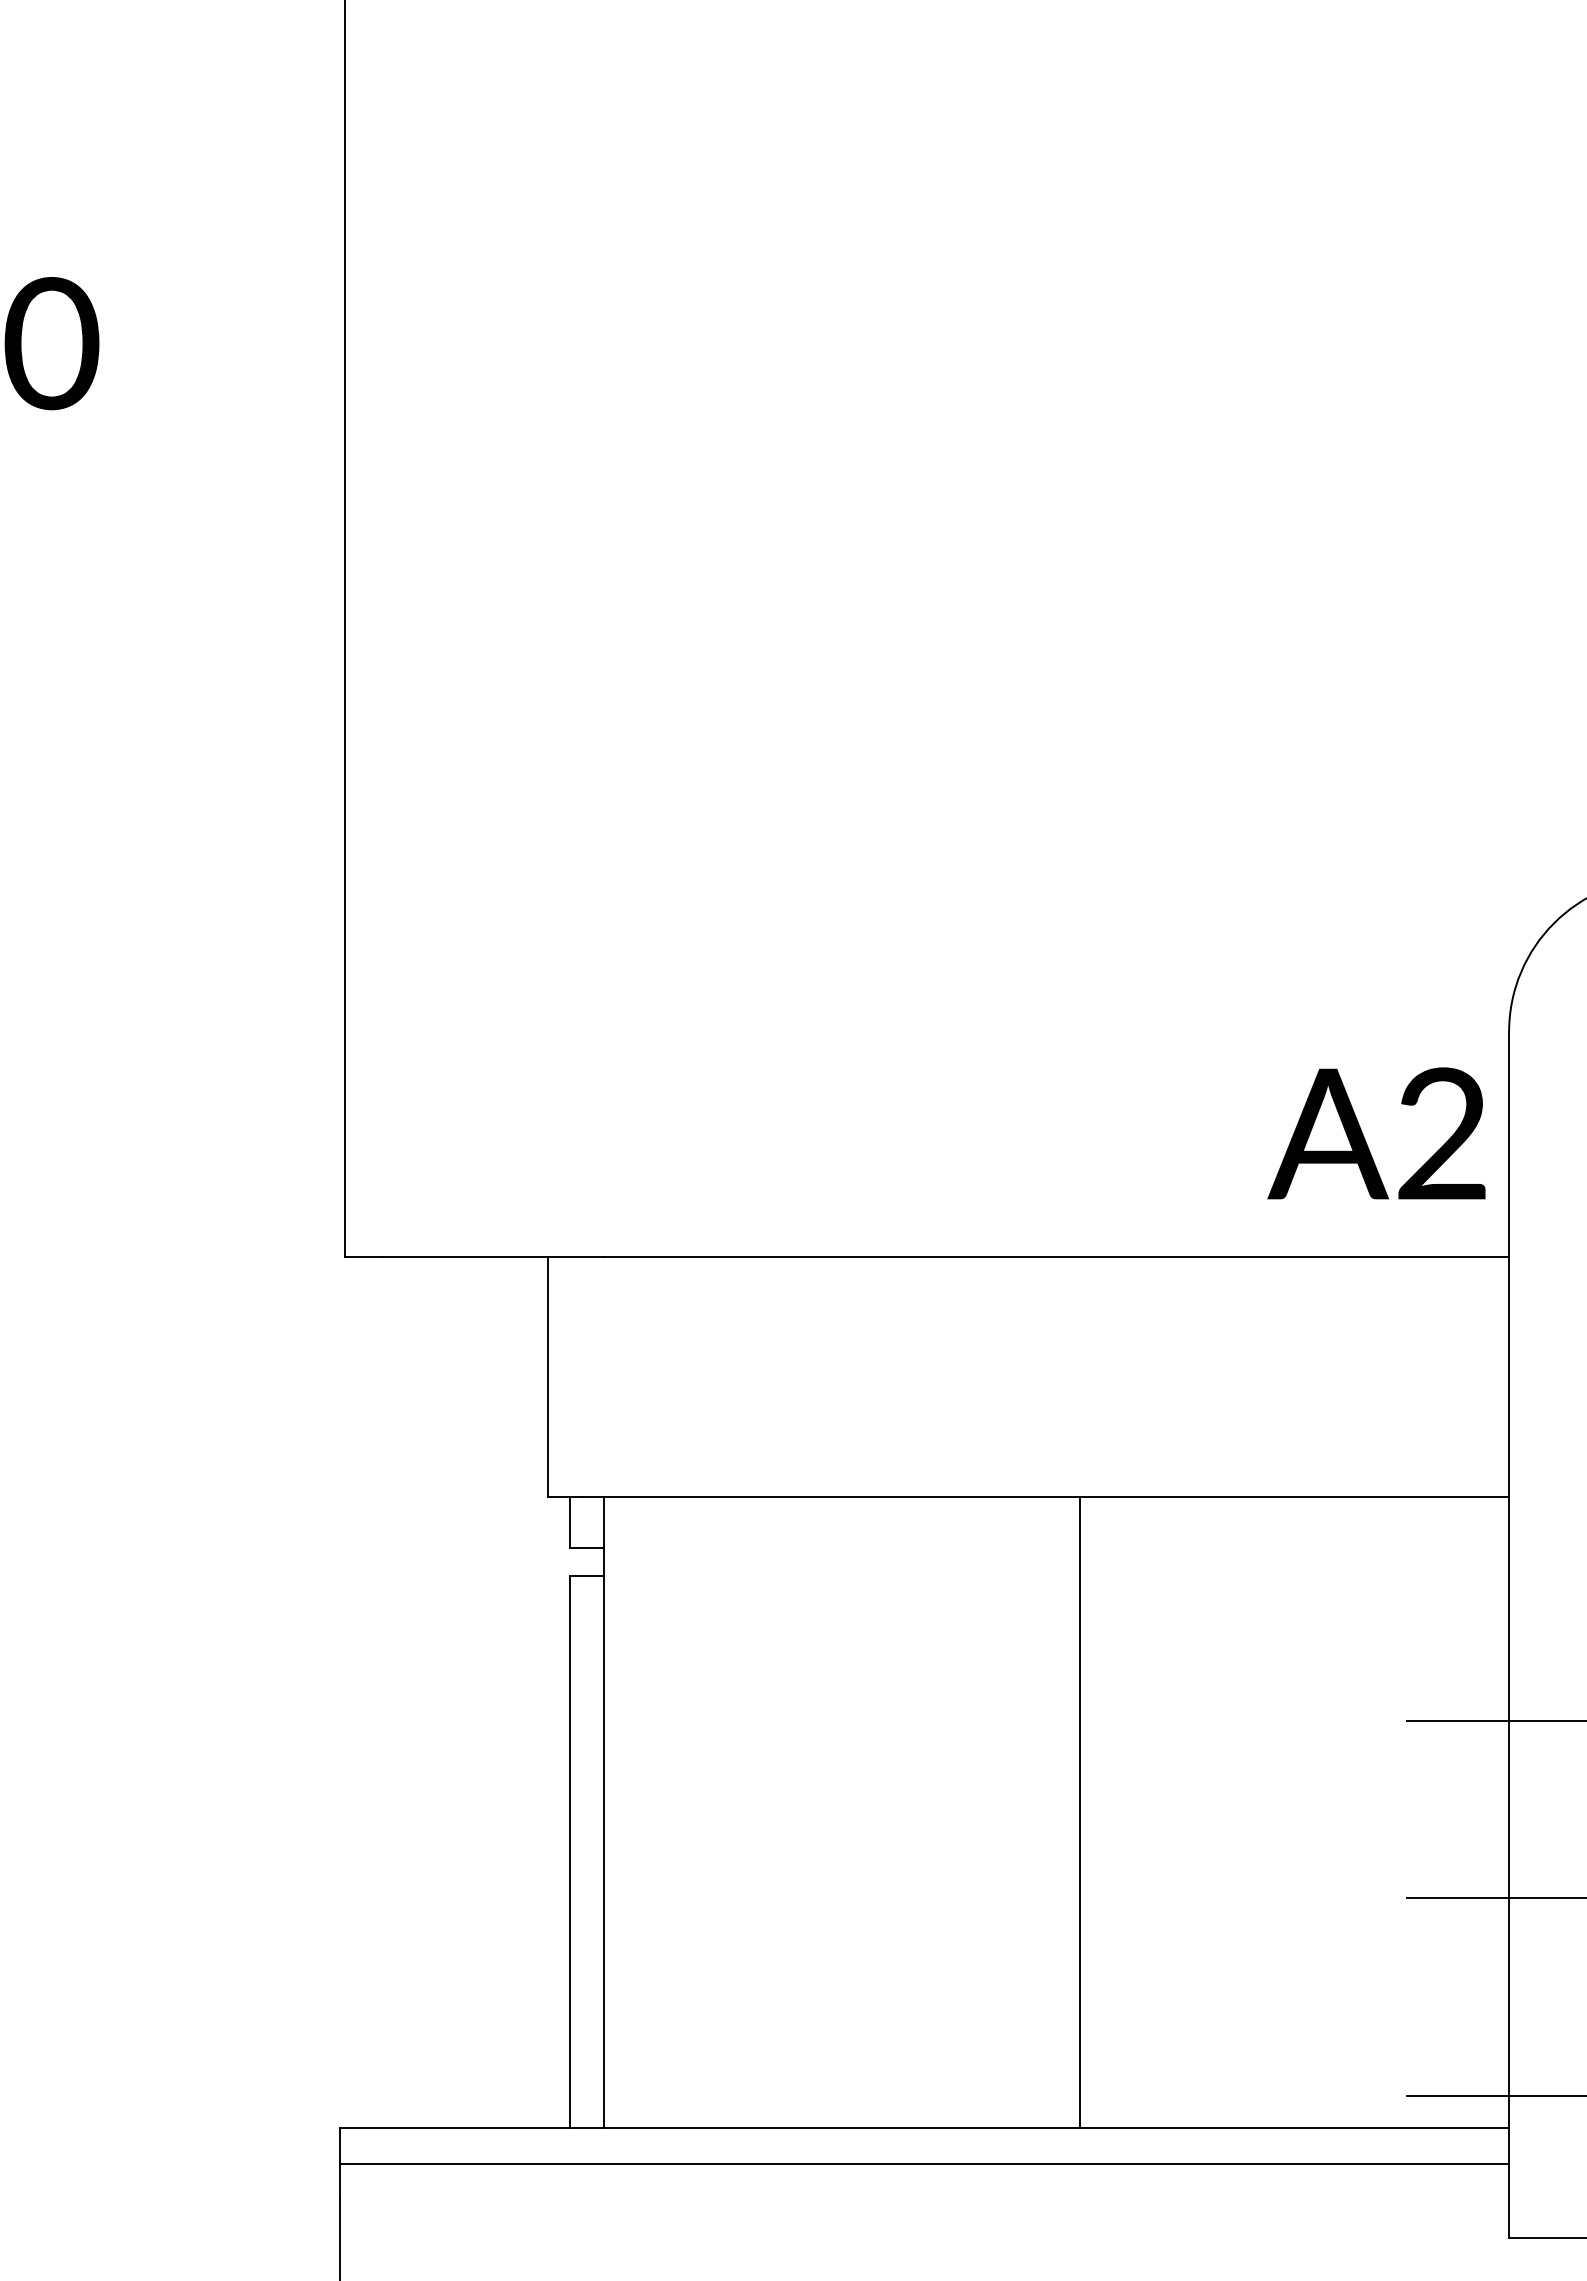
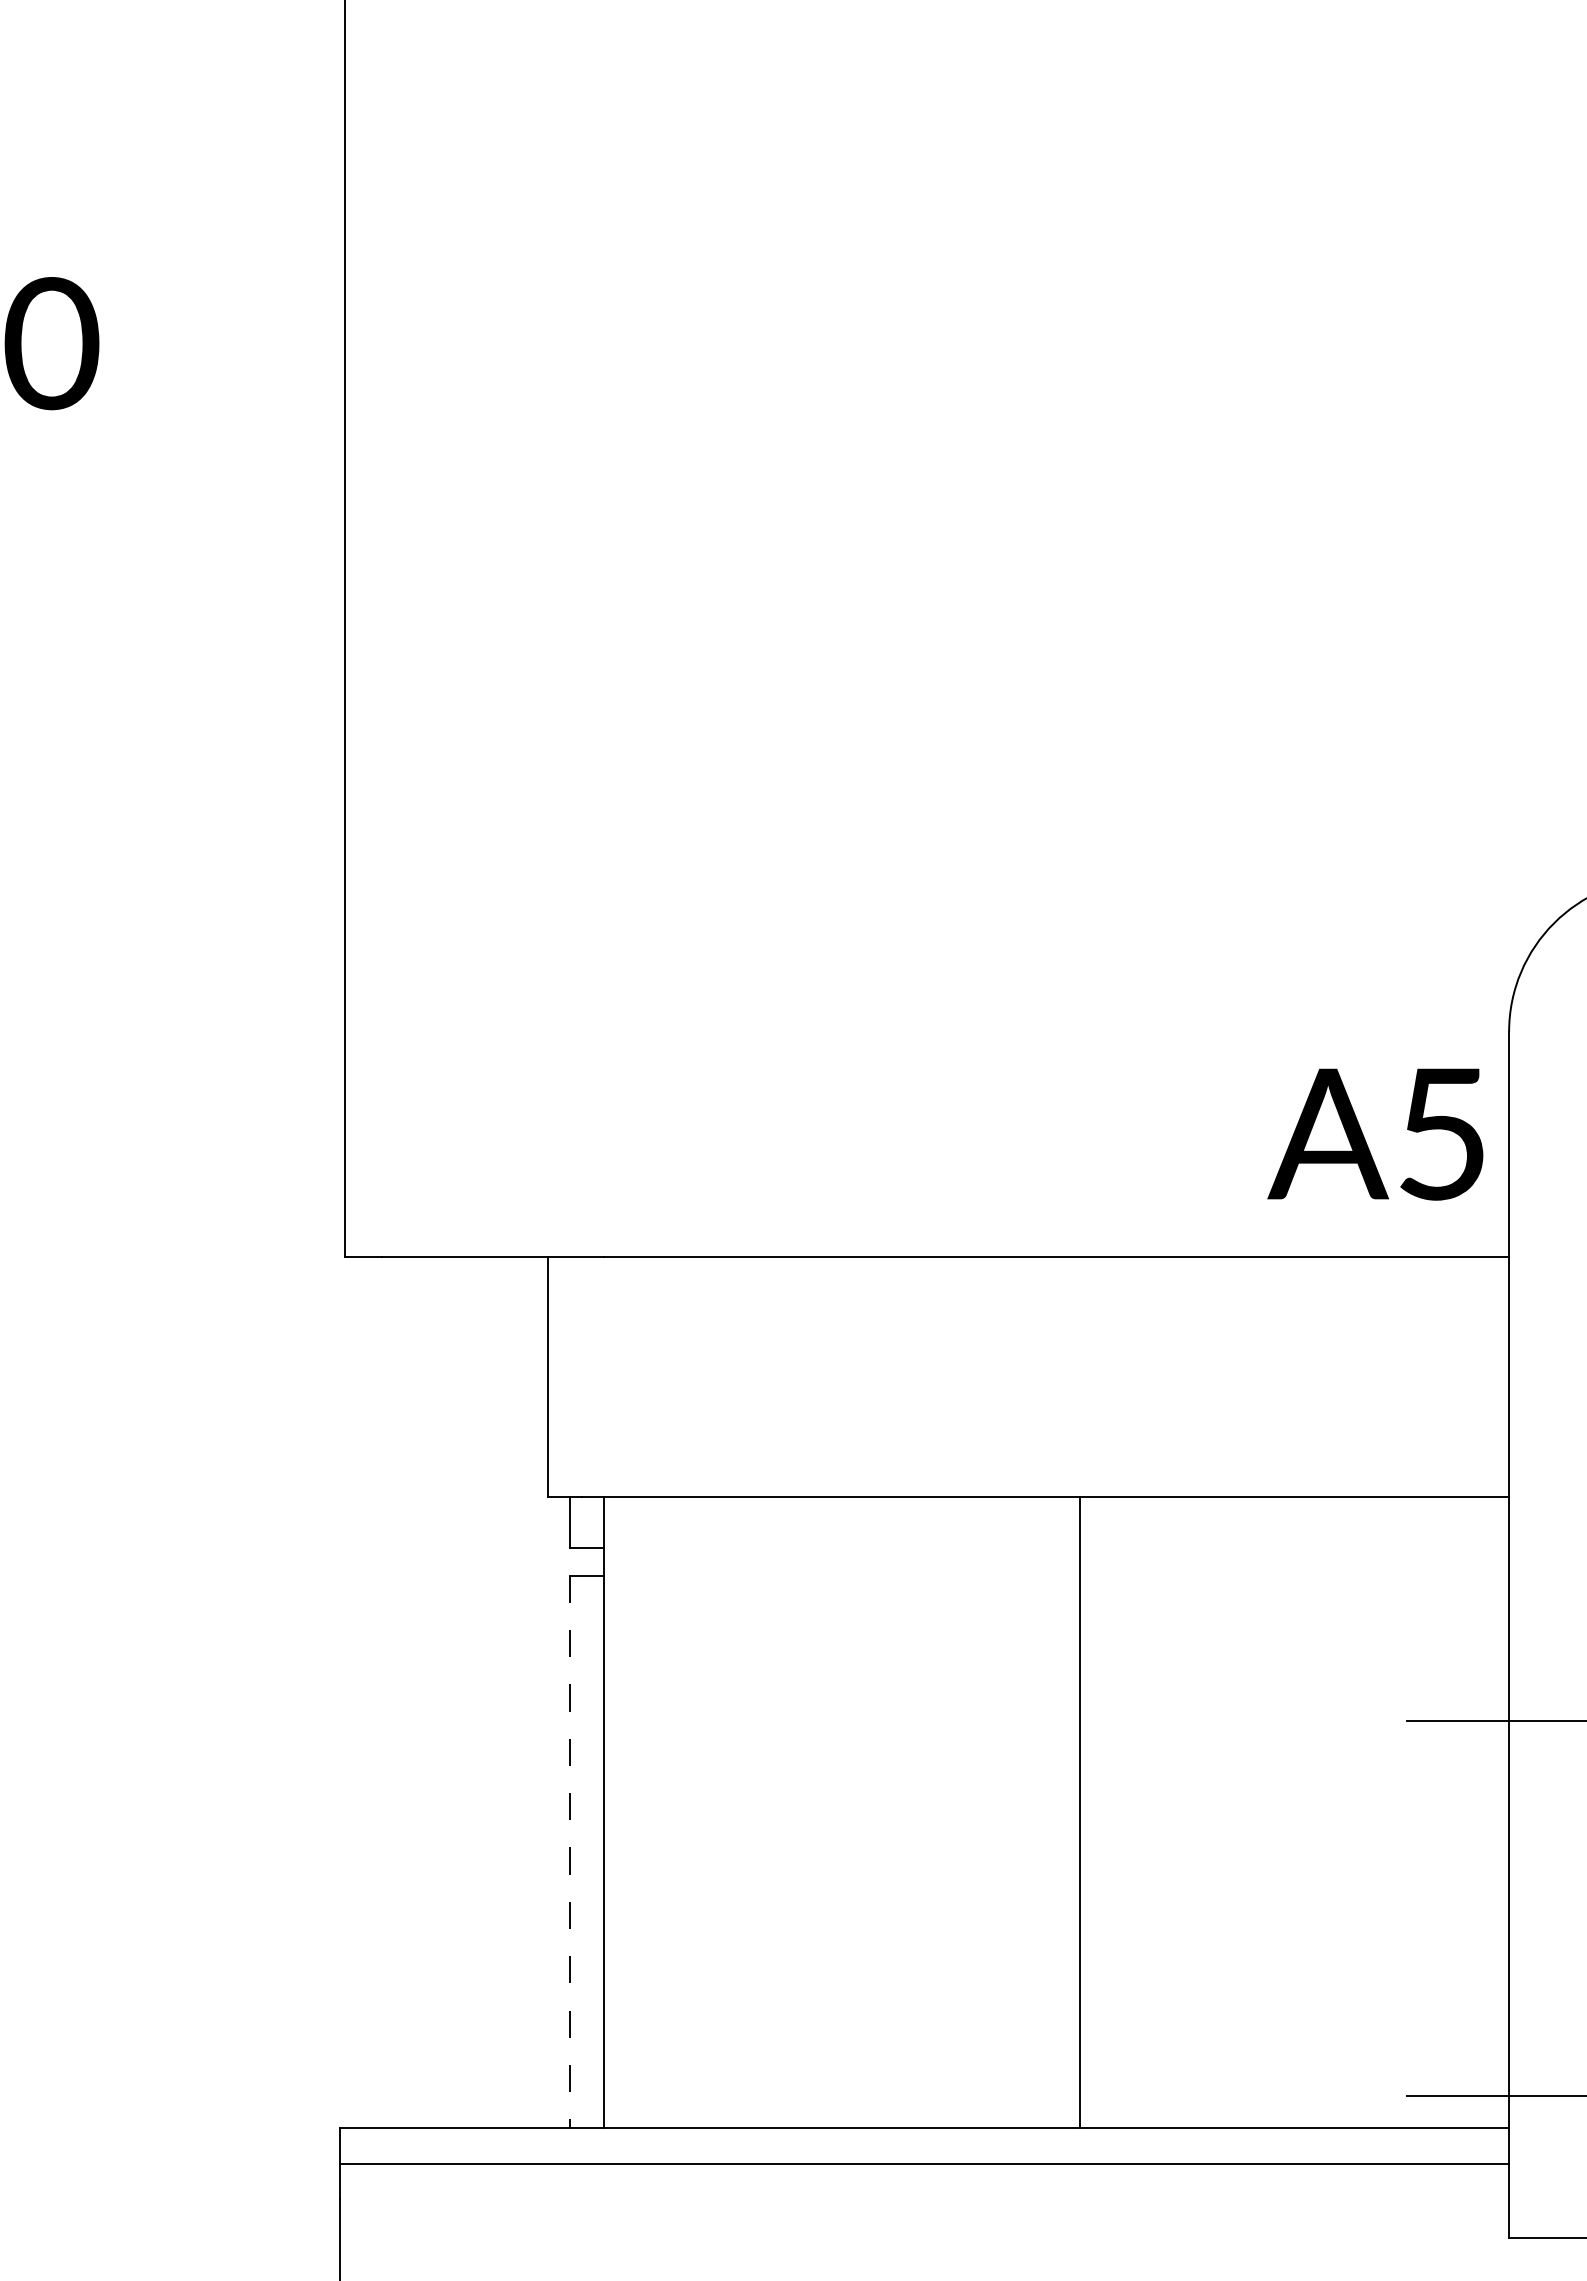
text at (1441, 1133): A2 -> A5
line at (569, 1851): solid -> dashed
line at (1495, 1897): present -> none
